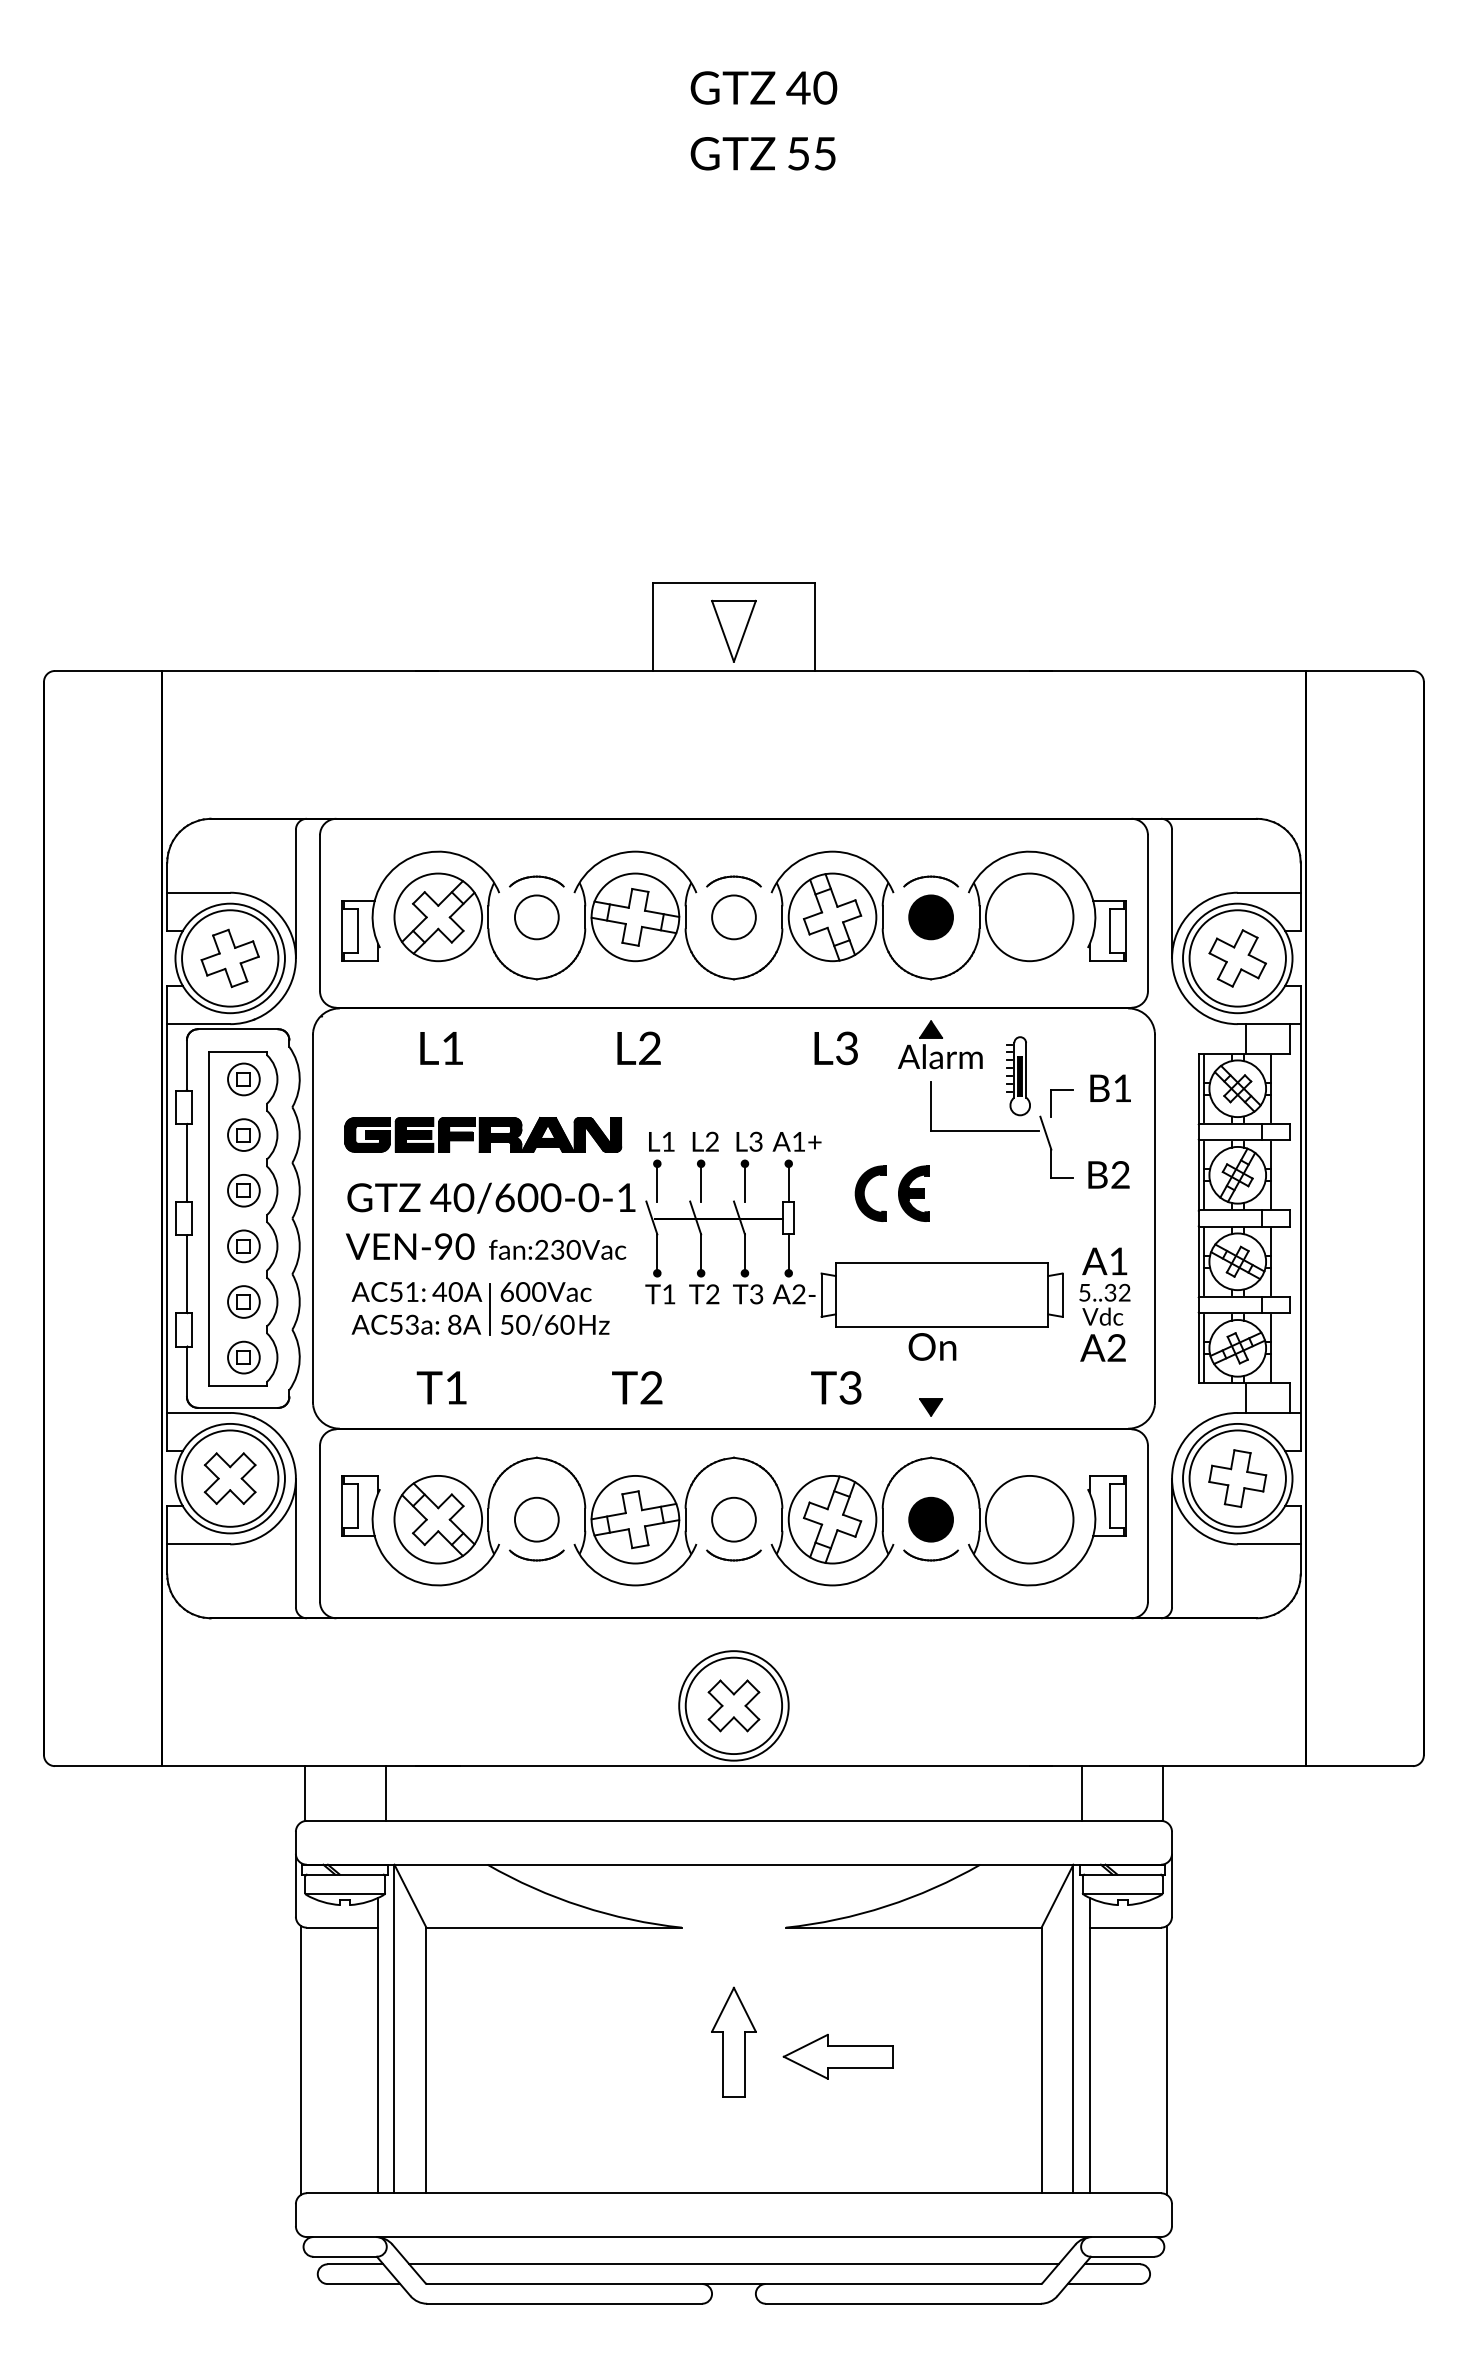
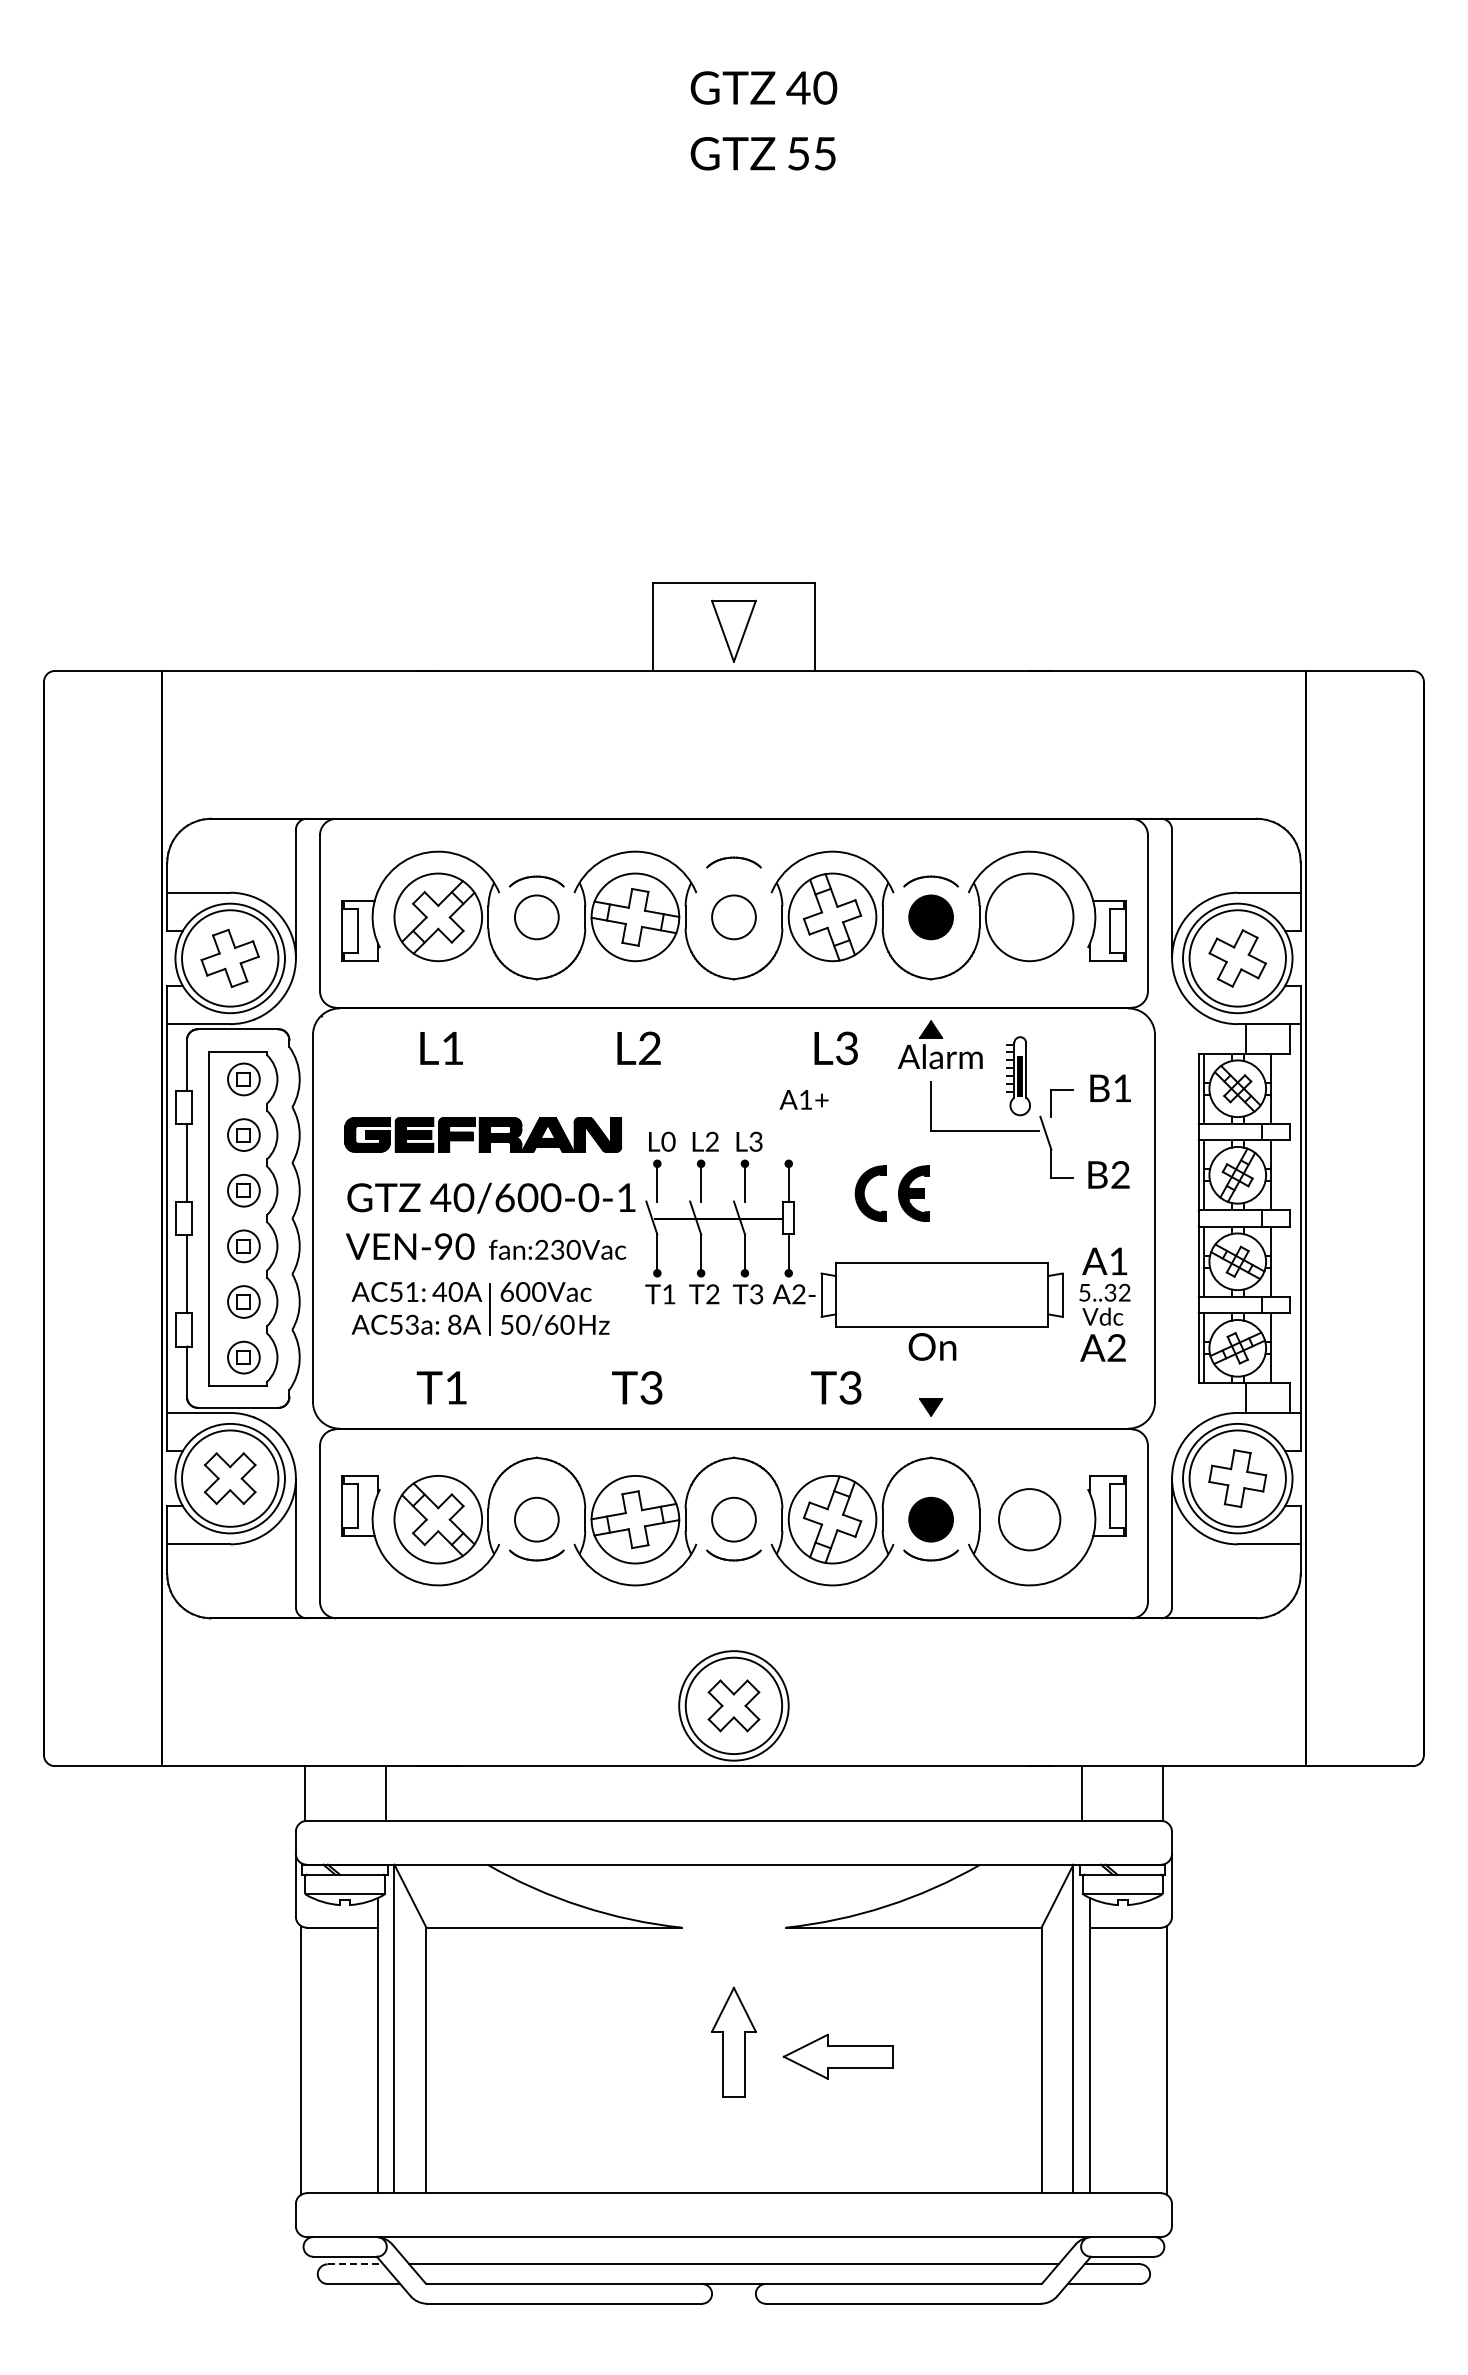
part at (733, 881) position: (733, 881) -> (733, 862)
text at (668, 1141): L1 -> L0
text at (796, 1141) position: (796, 1141) -> (803, 1099)
text at (651, 1388): T2 -> T3
circle at (1029, 1519) diameter: 88 px -> 61 px
line at (355, 2264): solid -> dashed
